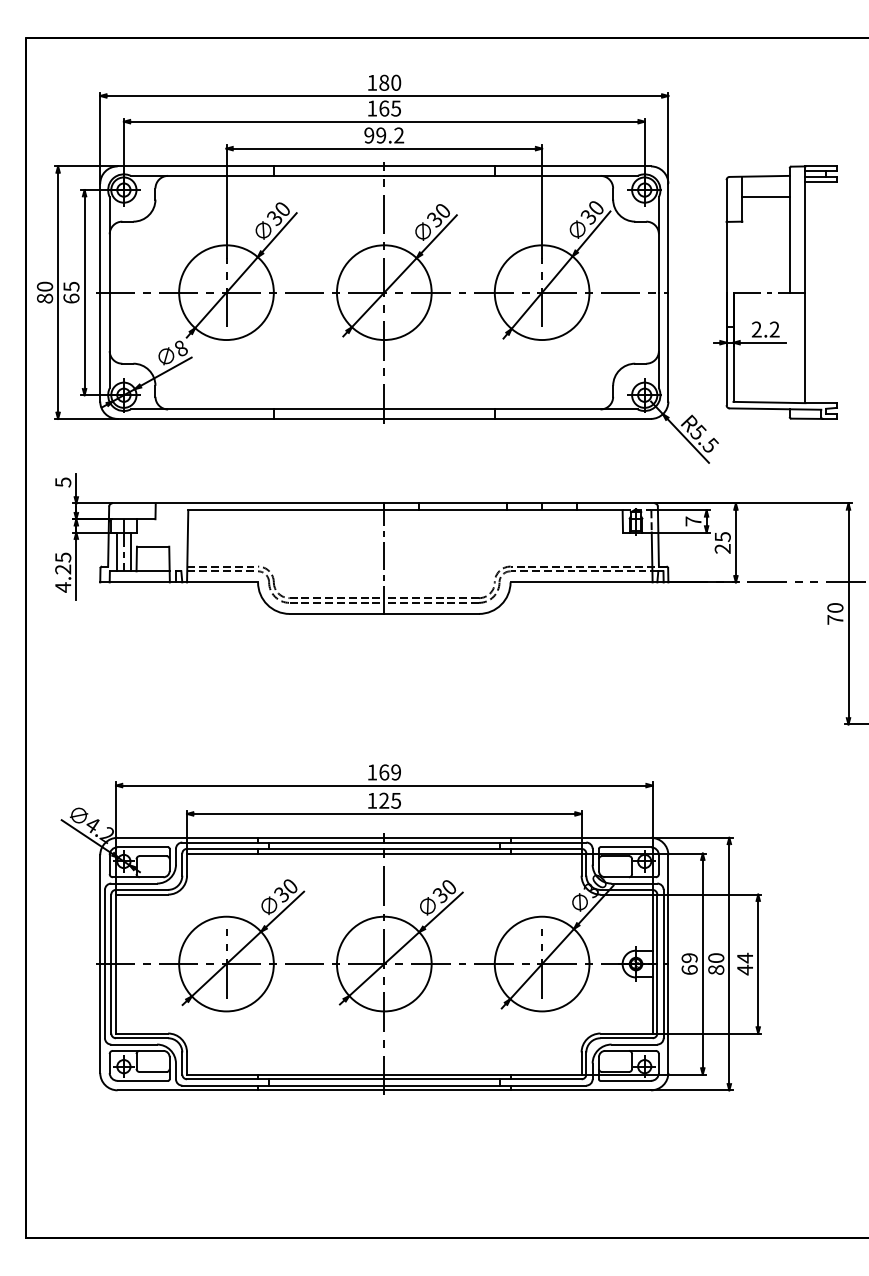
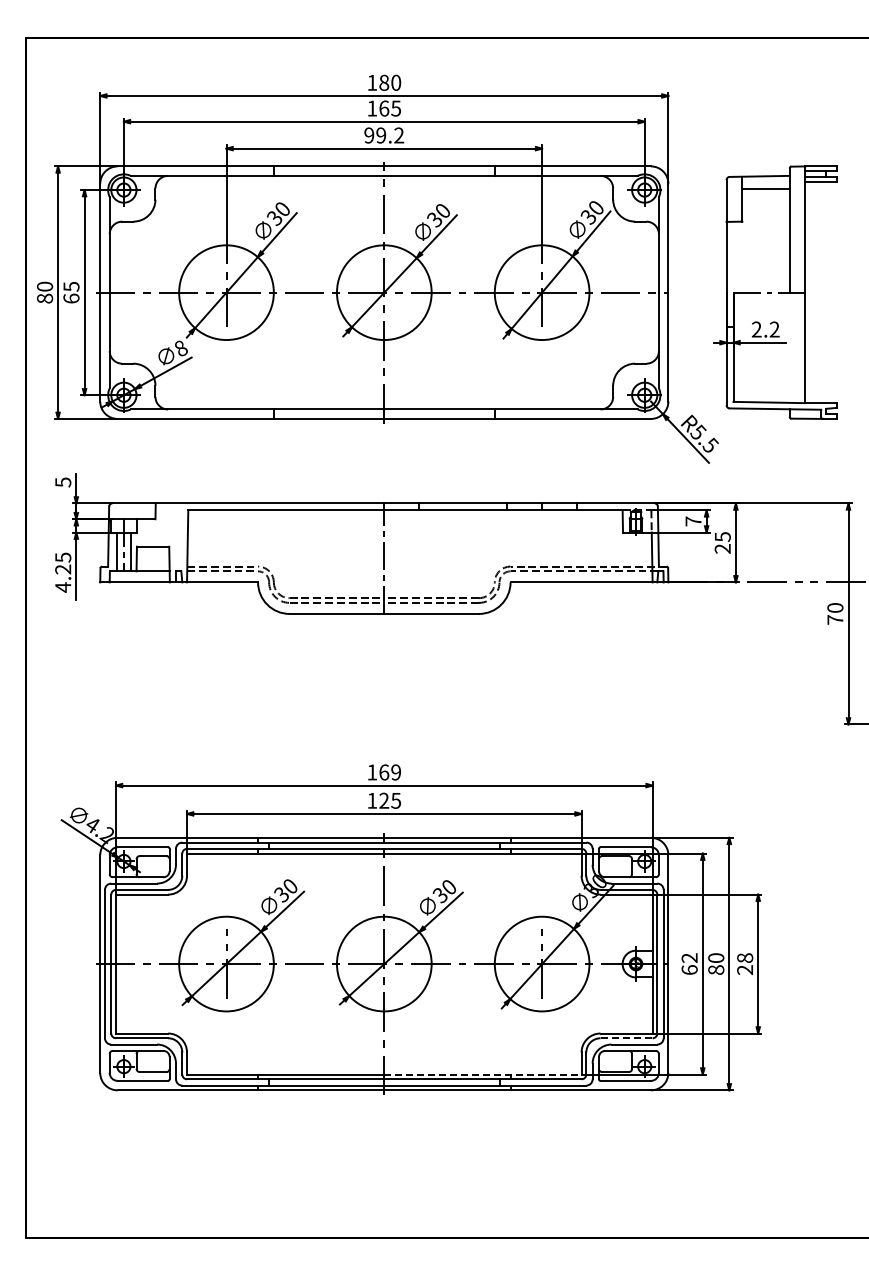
line at (765, 196) position: (765, 196) -> (765, 188)
text at (689, 958): 69 -> 62
text at (745, 963): 44 -> 28
line at (627, 1038): solid -> dashed
line at (482, 1074): solid -> dashed
